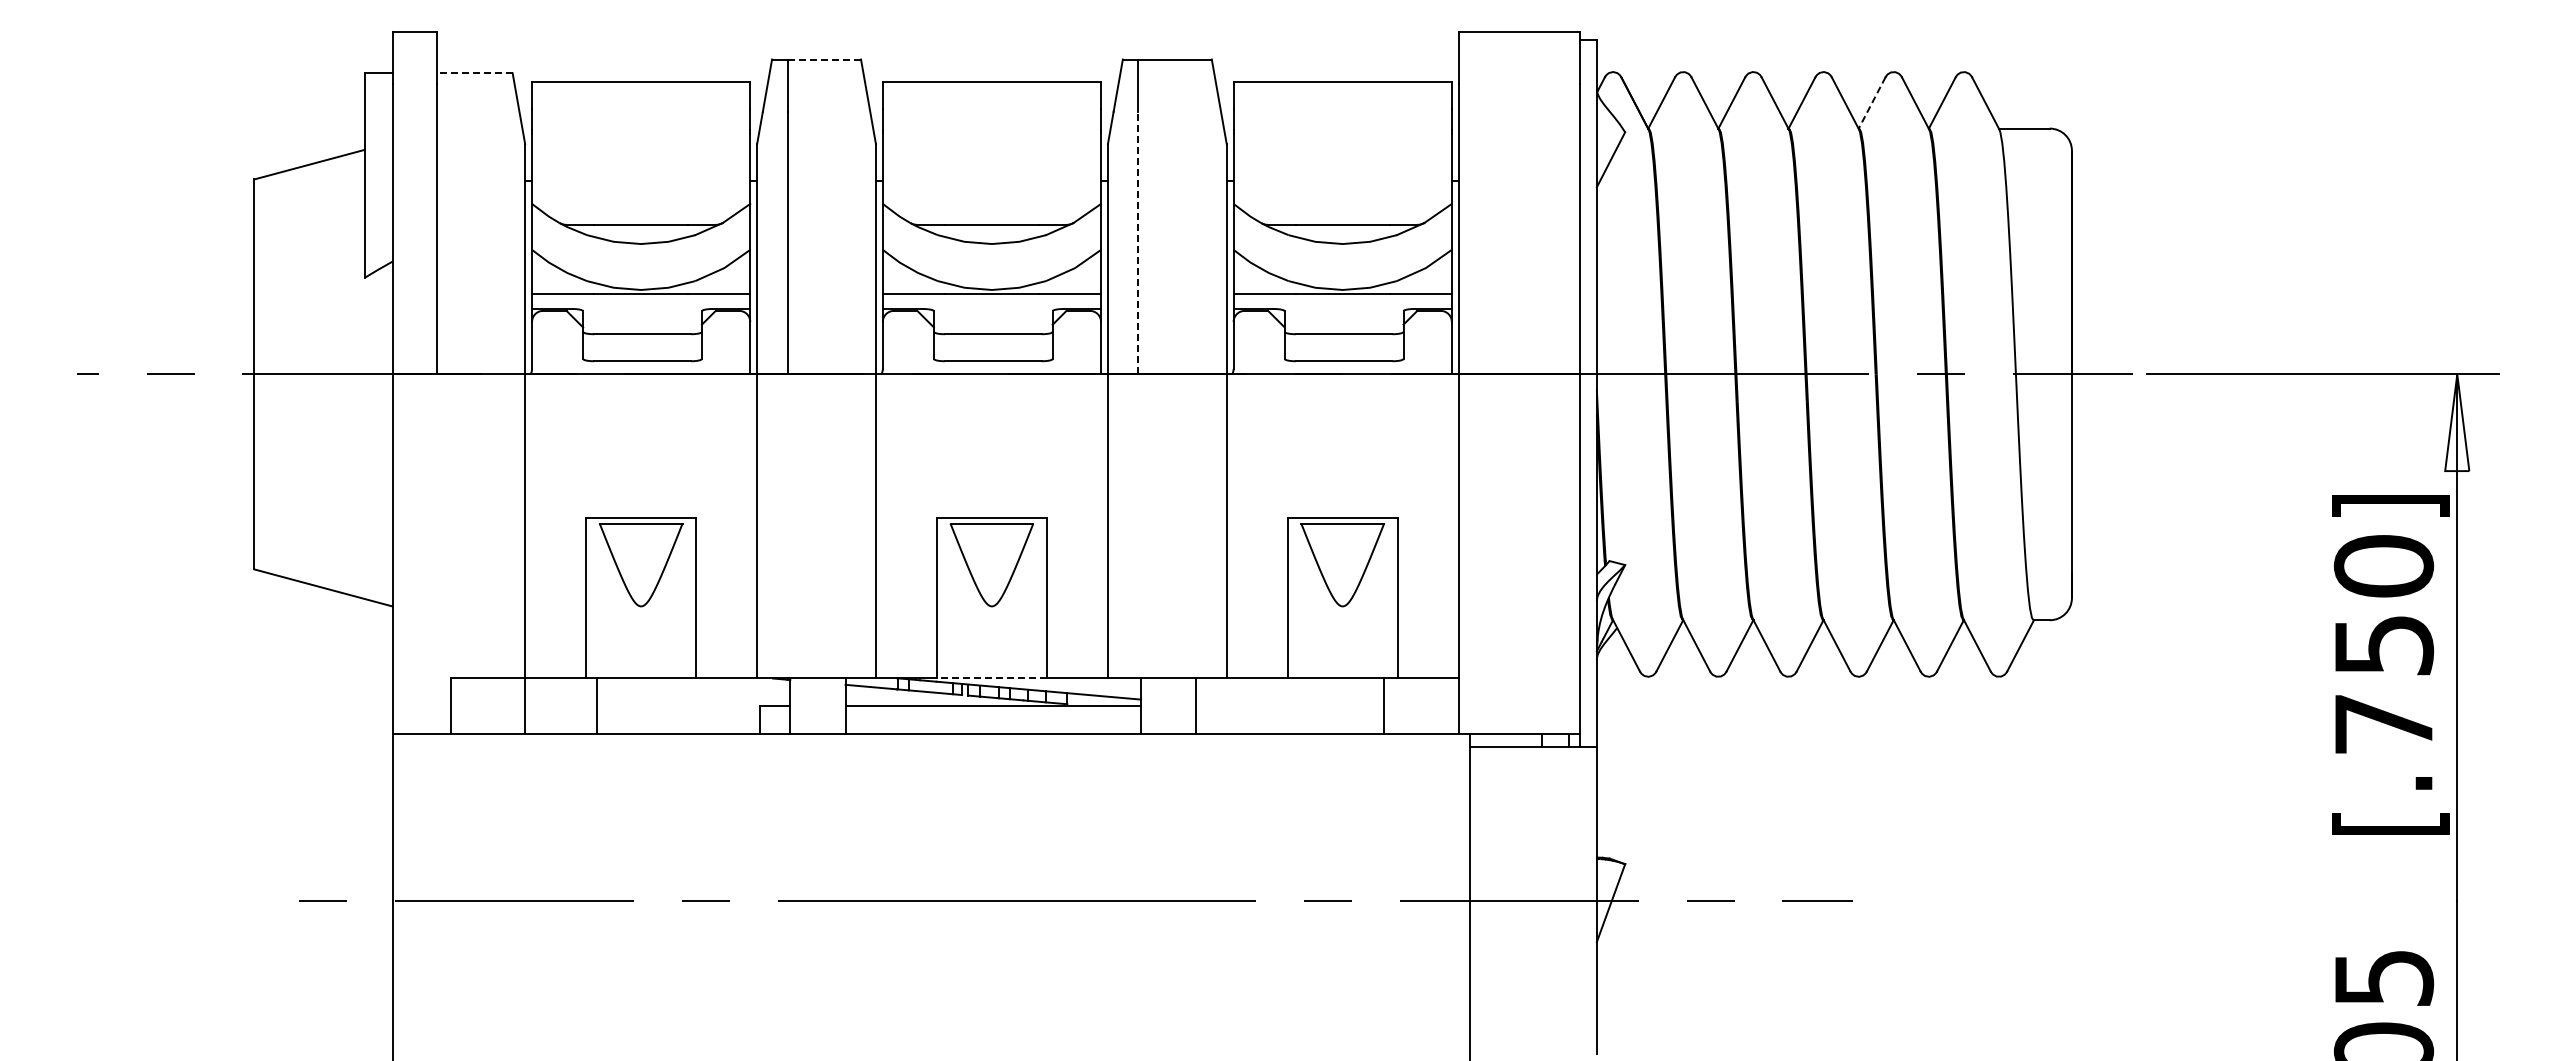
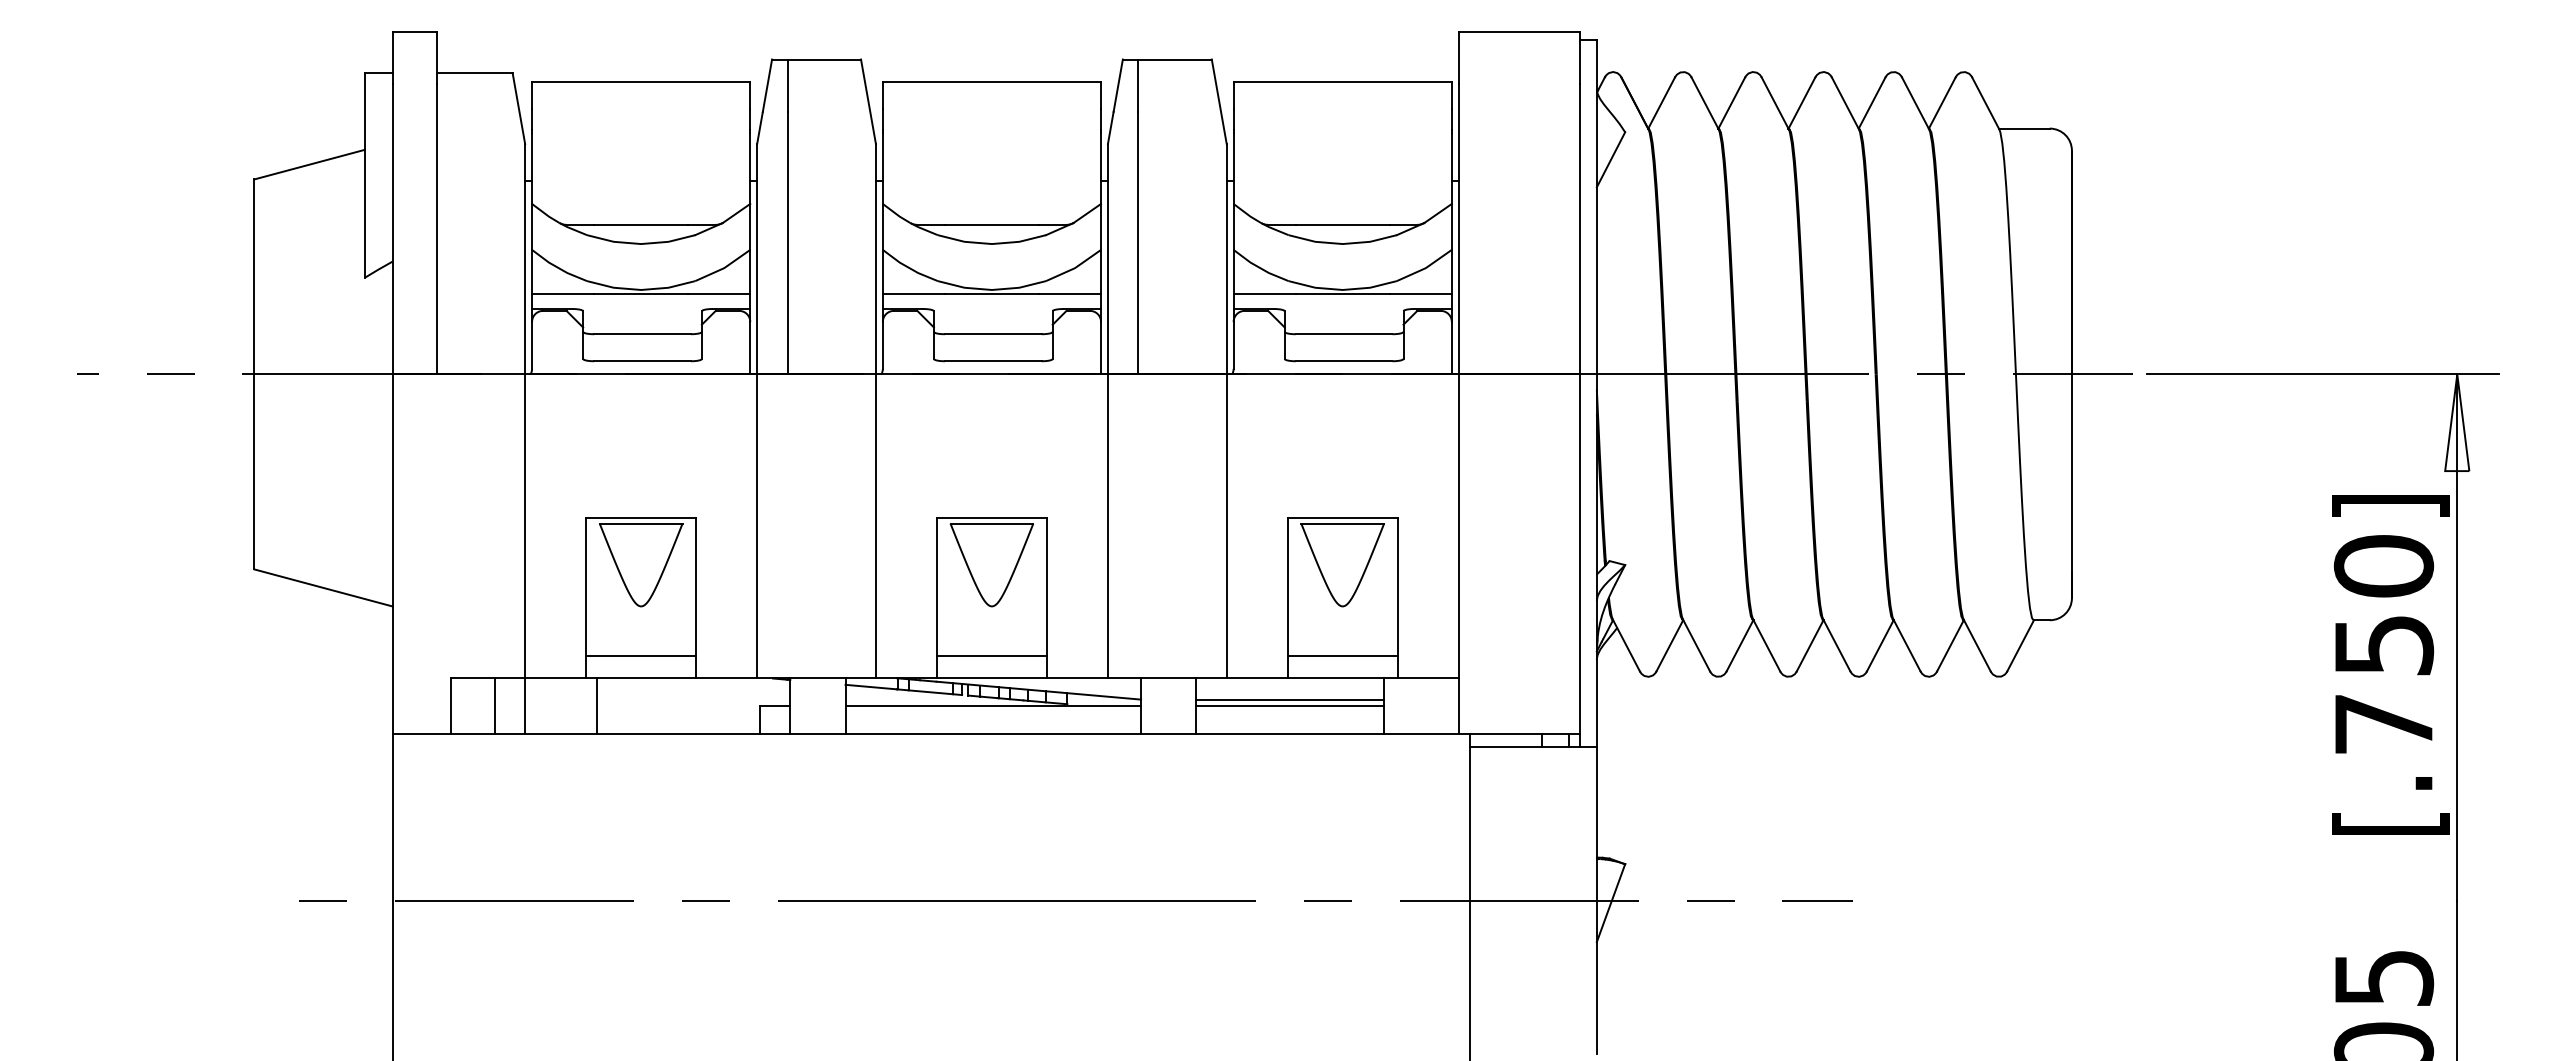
line at (824, 59): dashed -> solid
line at (474, 73): dashed -> solid
line at (1871, 103): dashed -> solid
line at (1138, 242): dashed -> solid
line at (640, 656): none -> present
line at (991, 656): none -> present
line at (1342, 656): none -> present
line at (991, 678): dashed -> solid
line at (1290, 700): none -> present
line at (494, 705): none -> present
line at (1290, 705): none -> present
